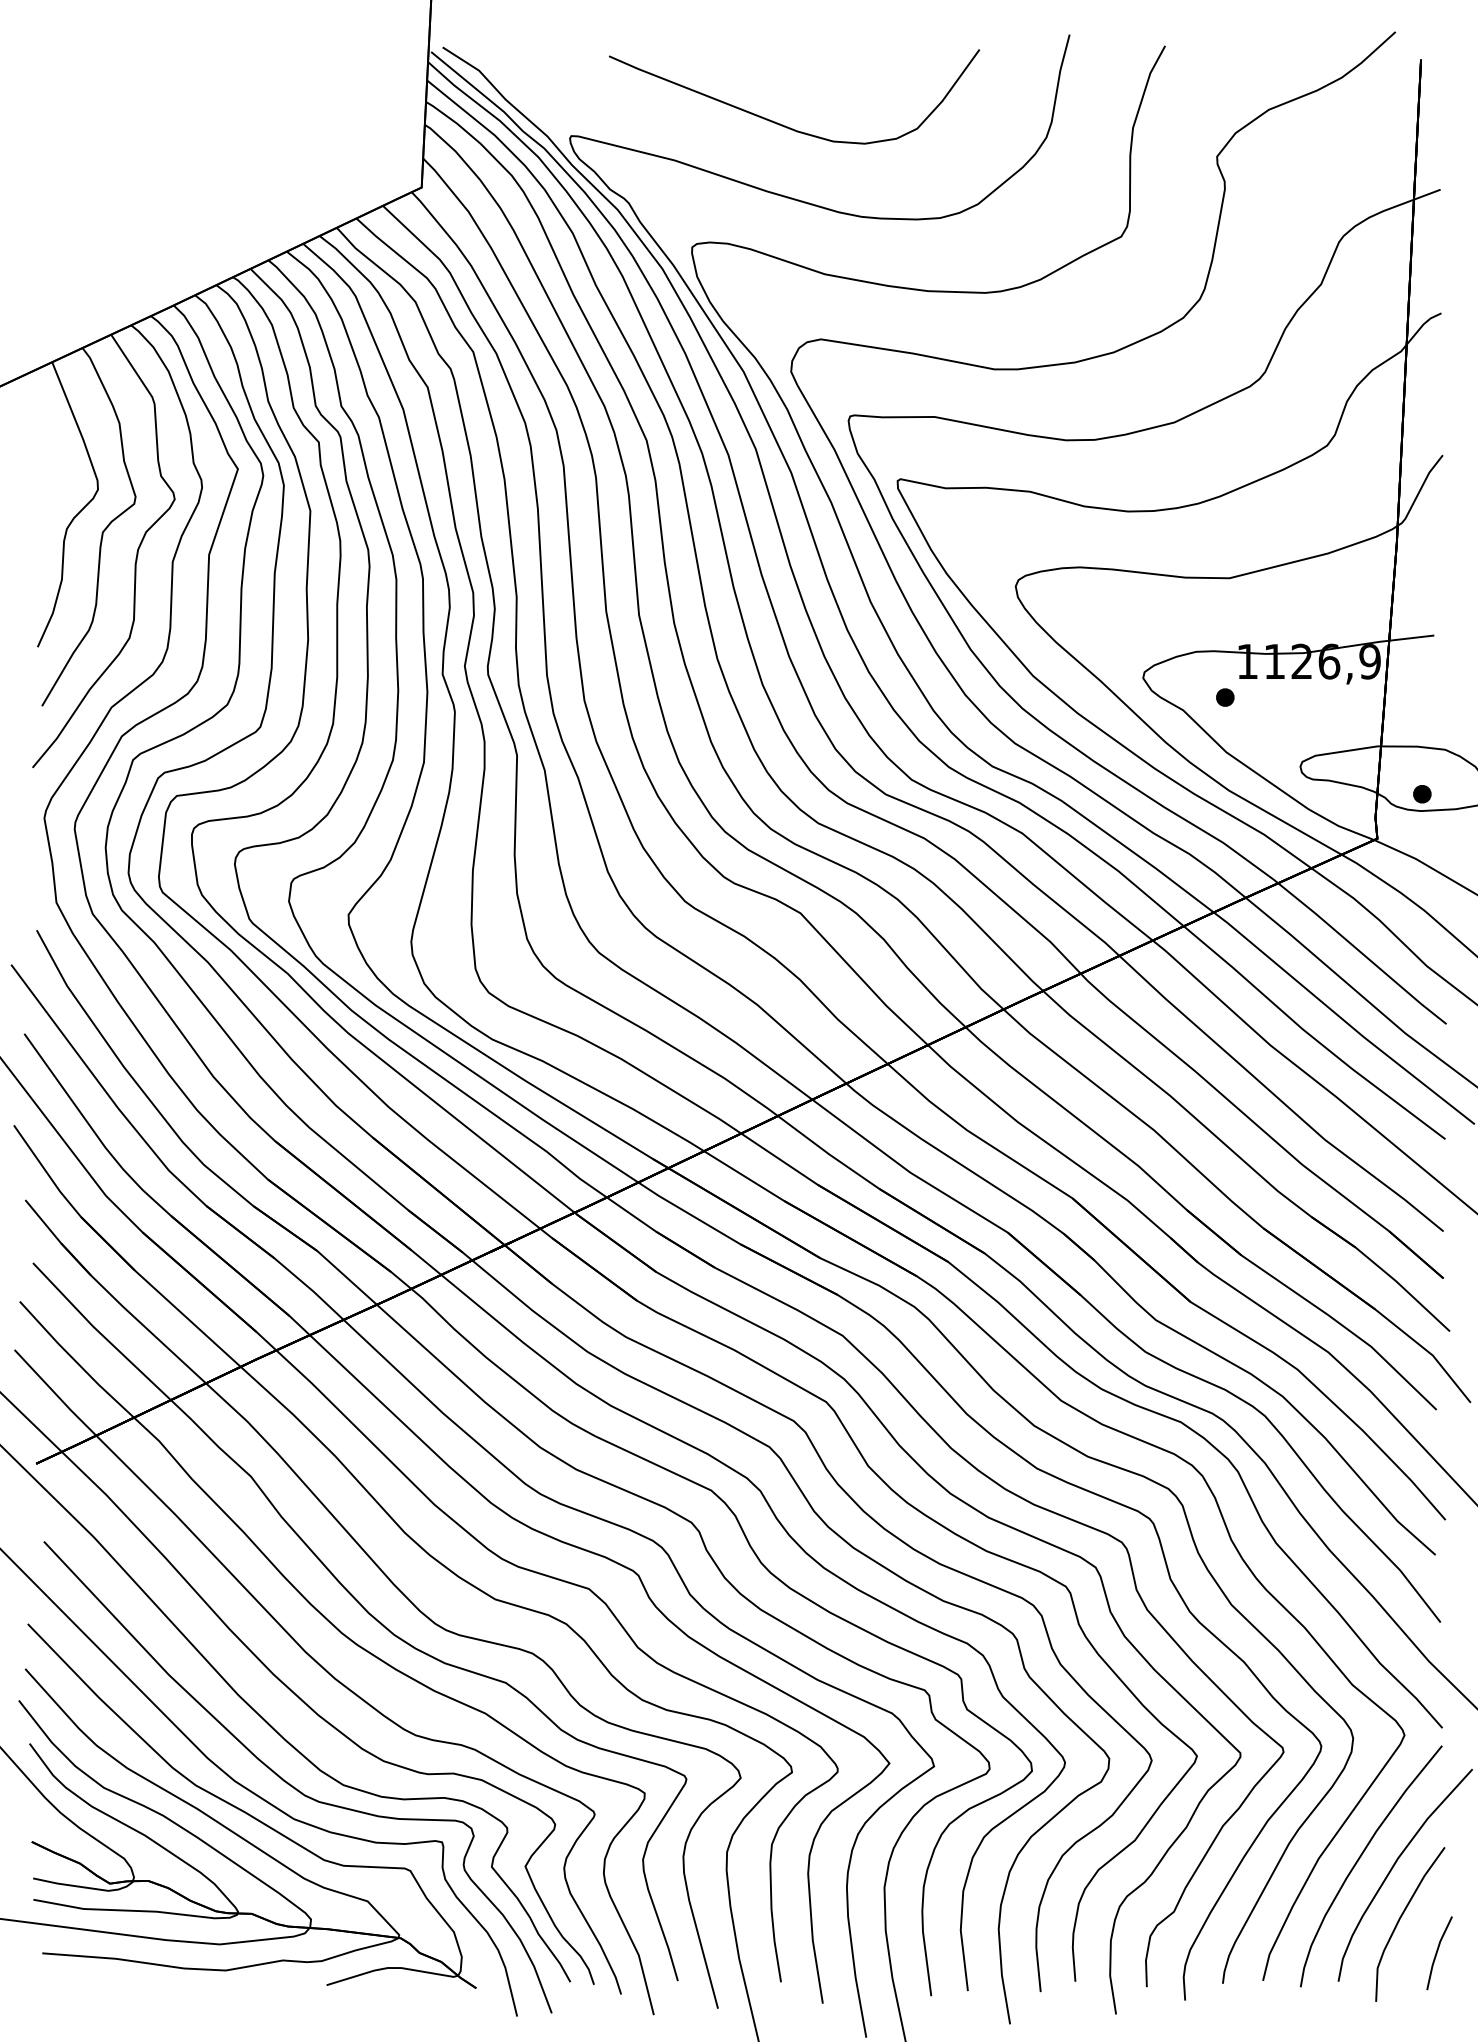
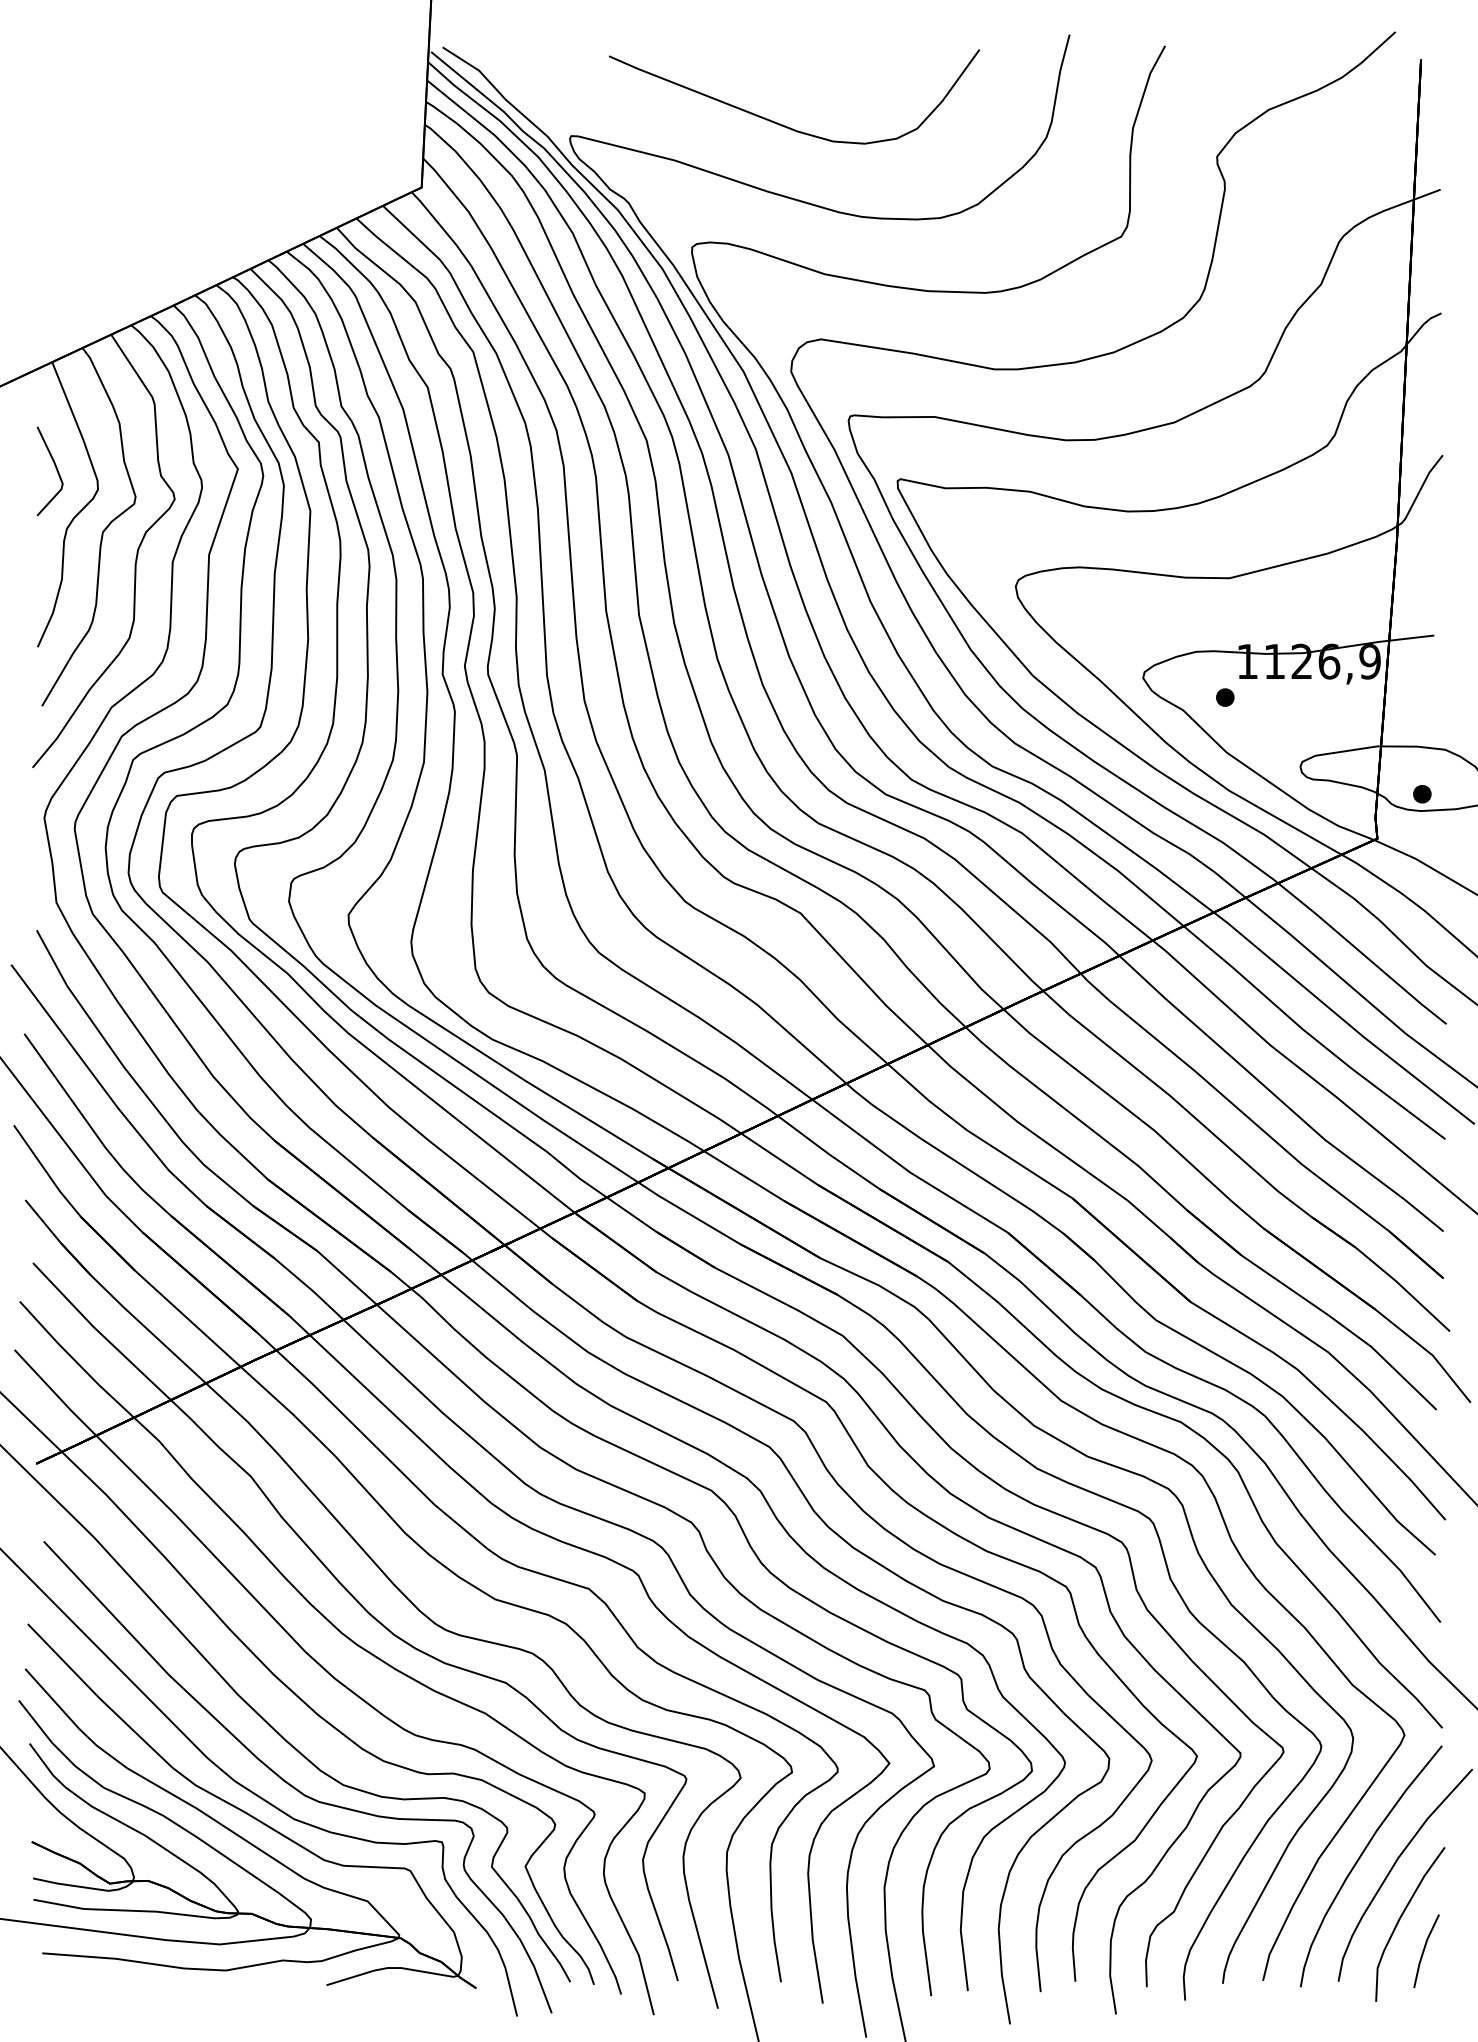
line at (55, 468): none -> present
line at (1437, 1953) position: (1437, 1953) -> (1424, 1951)
